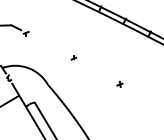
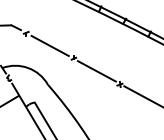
line at (49, 45): none -> present
line at (96, 71): none -> present
line at (142, 95): none -> present
